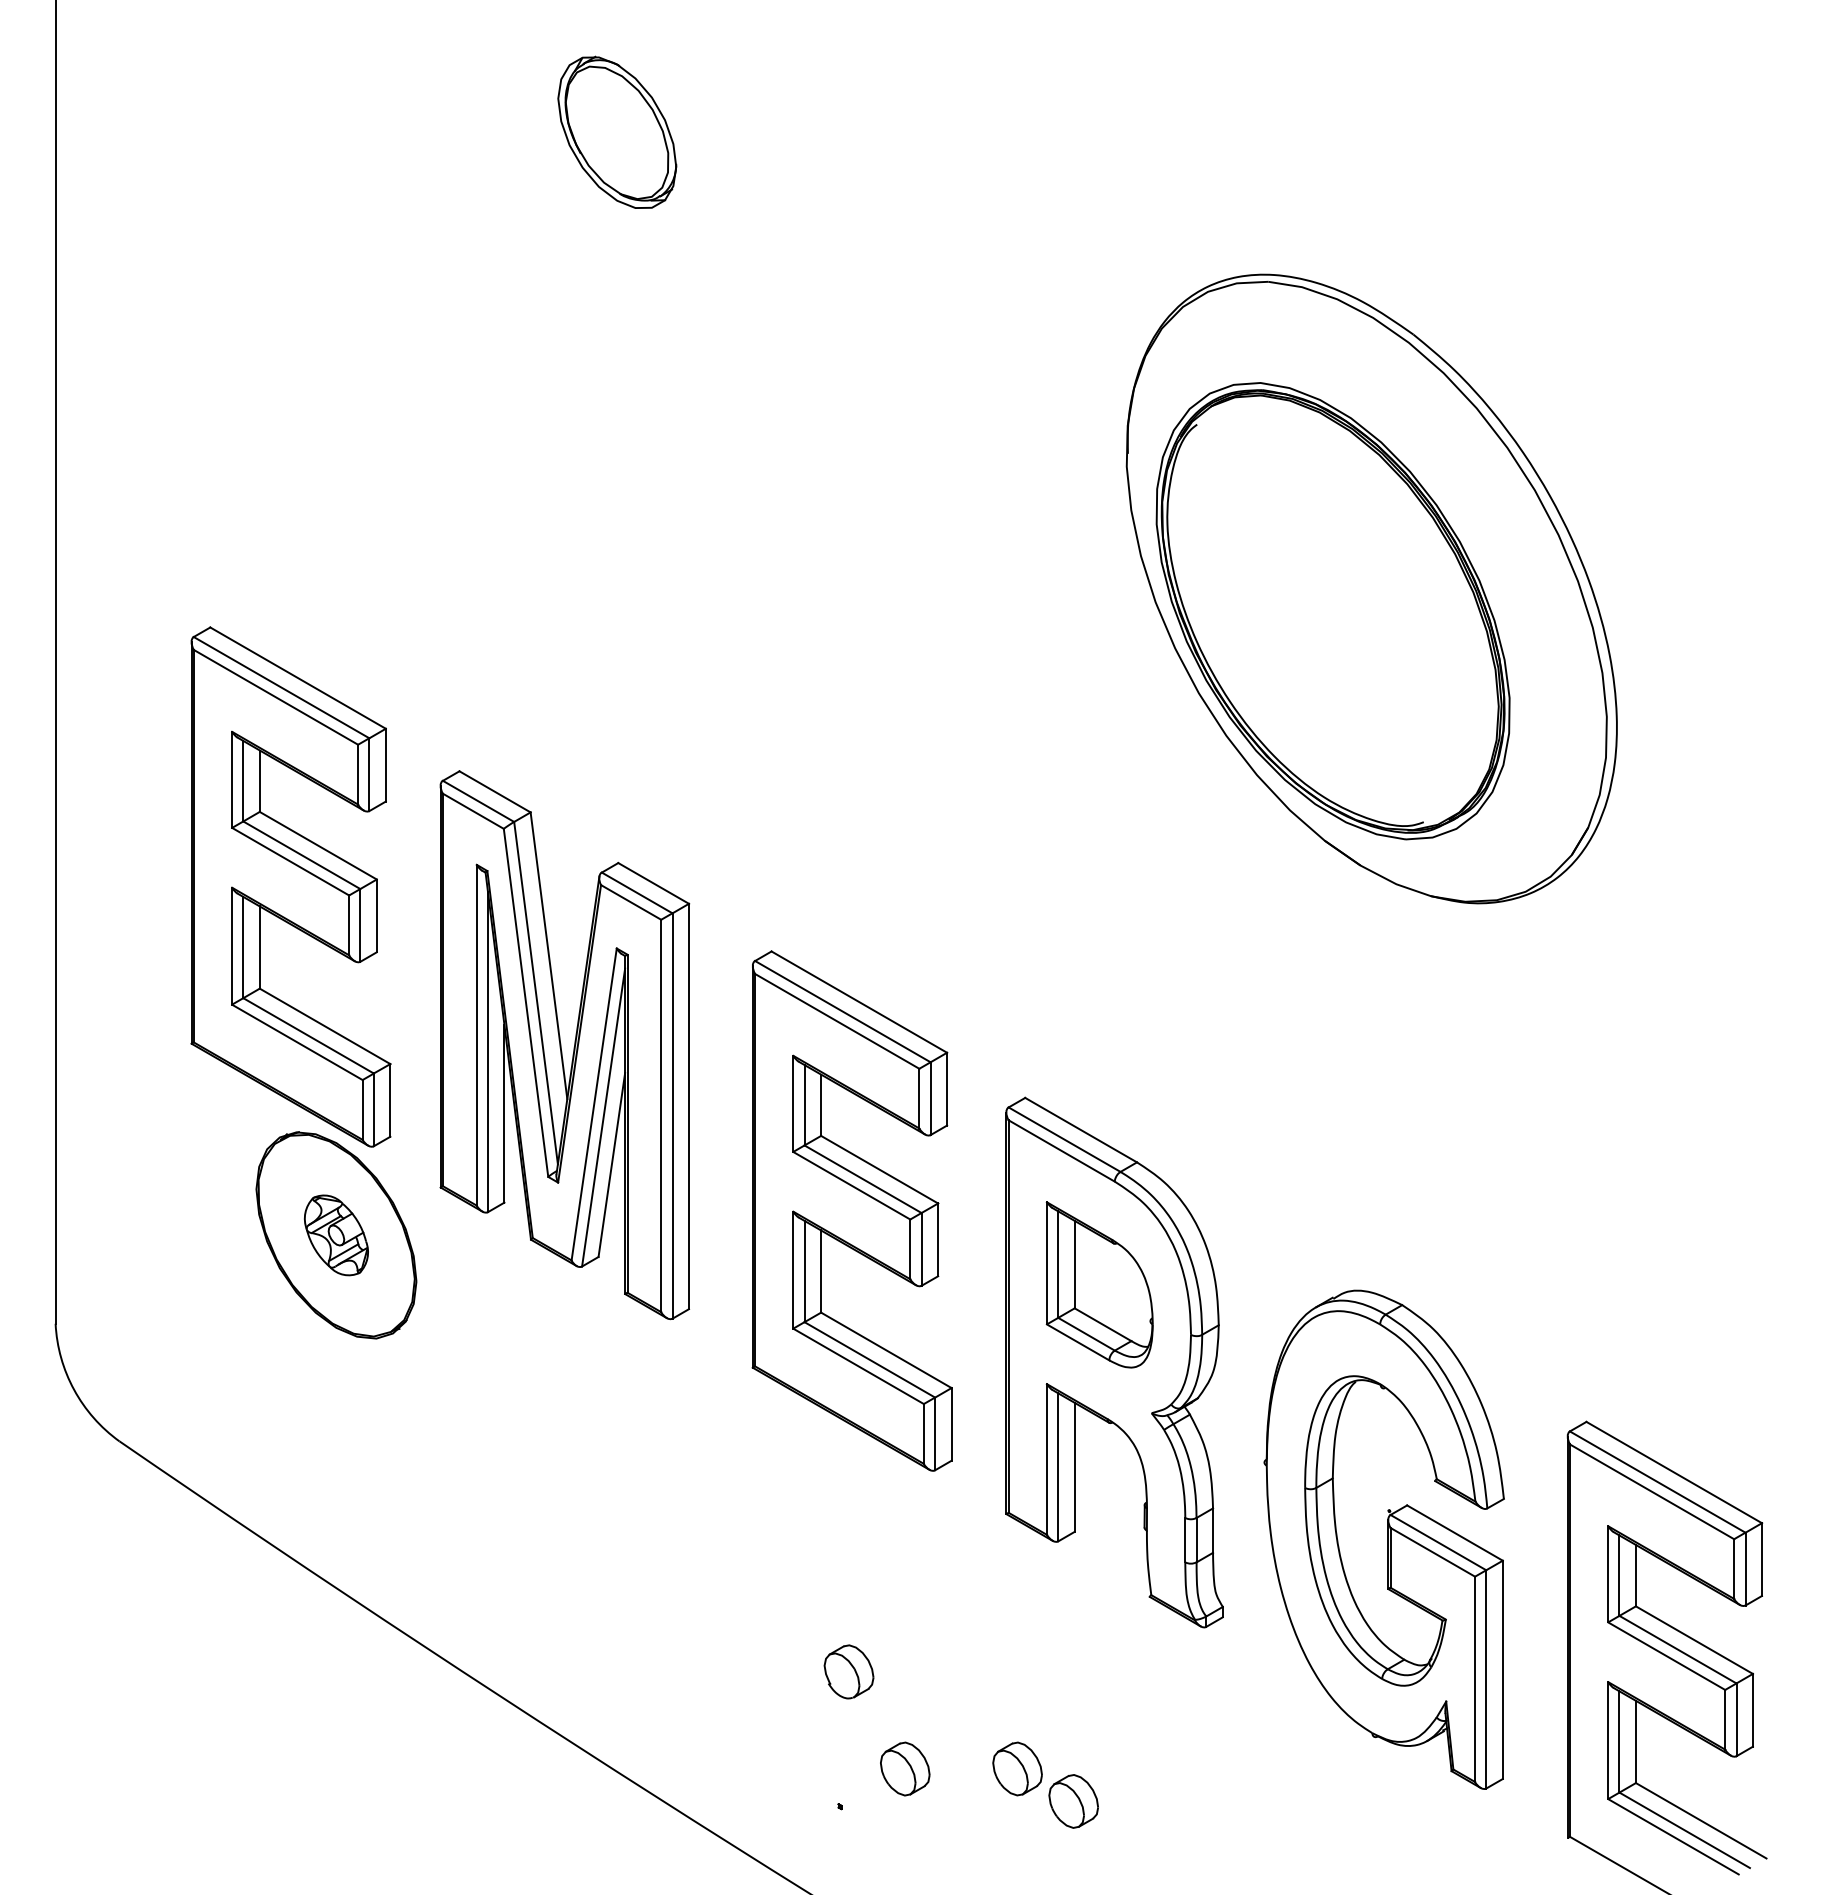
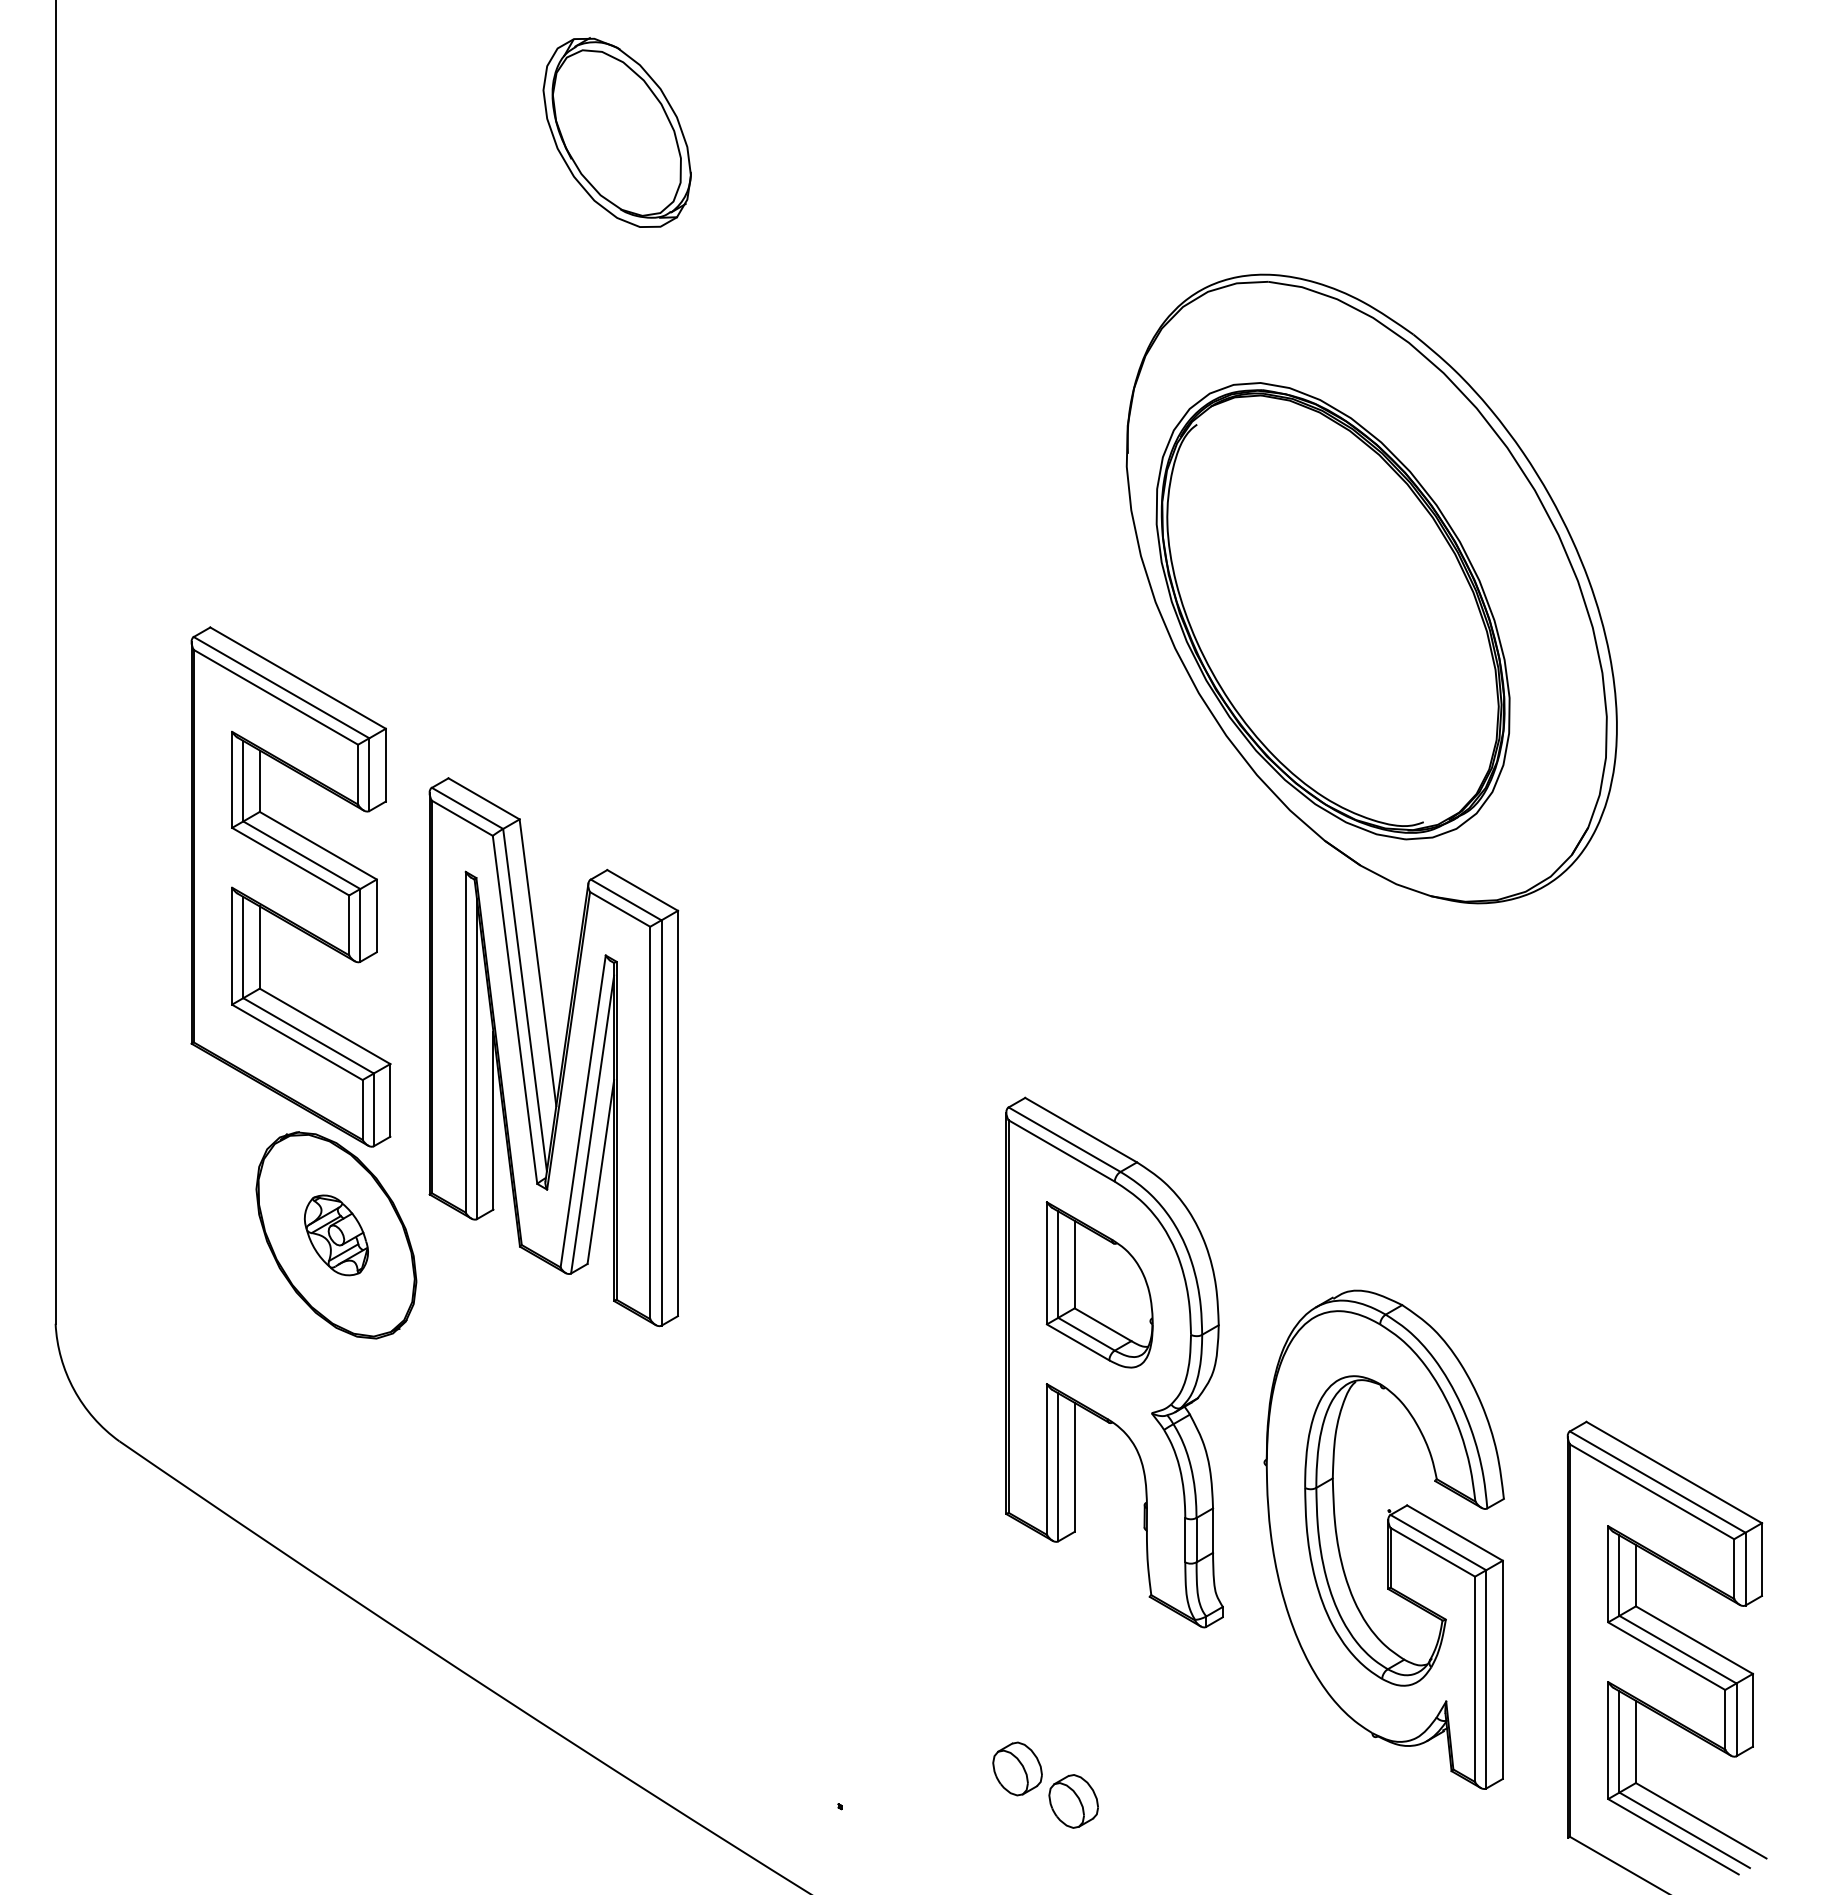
part at (617, 131) size: 121x154 px -> 150x191 px
part at (564, 1045) position: (564, 1045) -> (553, 1052)
part at (851, 1210): present -> none
part at (848, 1671): present -> none
part at (905, 1768): present -> none
